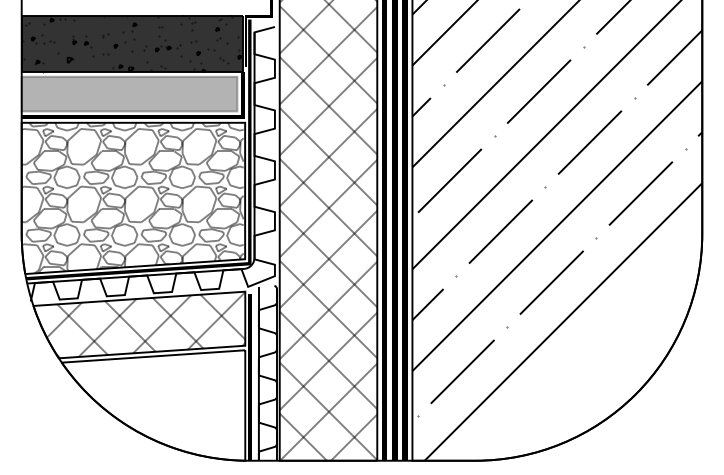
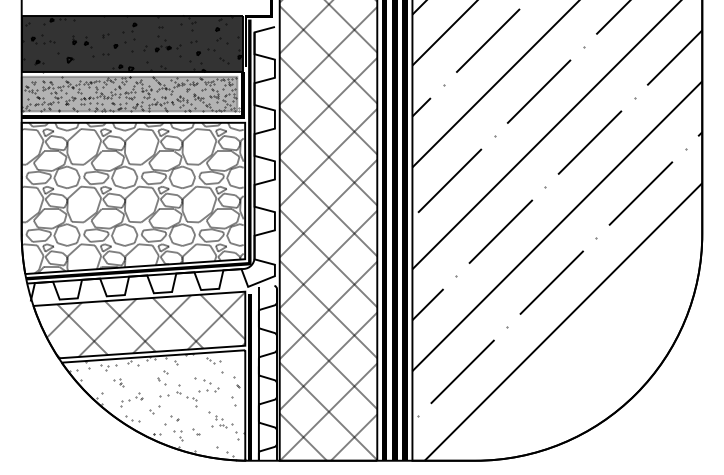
hatch at (130, 93): none -> present
hatch at (156, 407): none -> present
